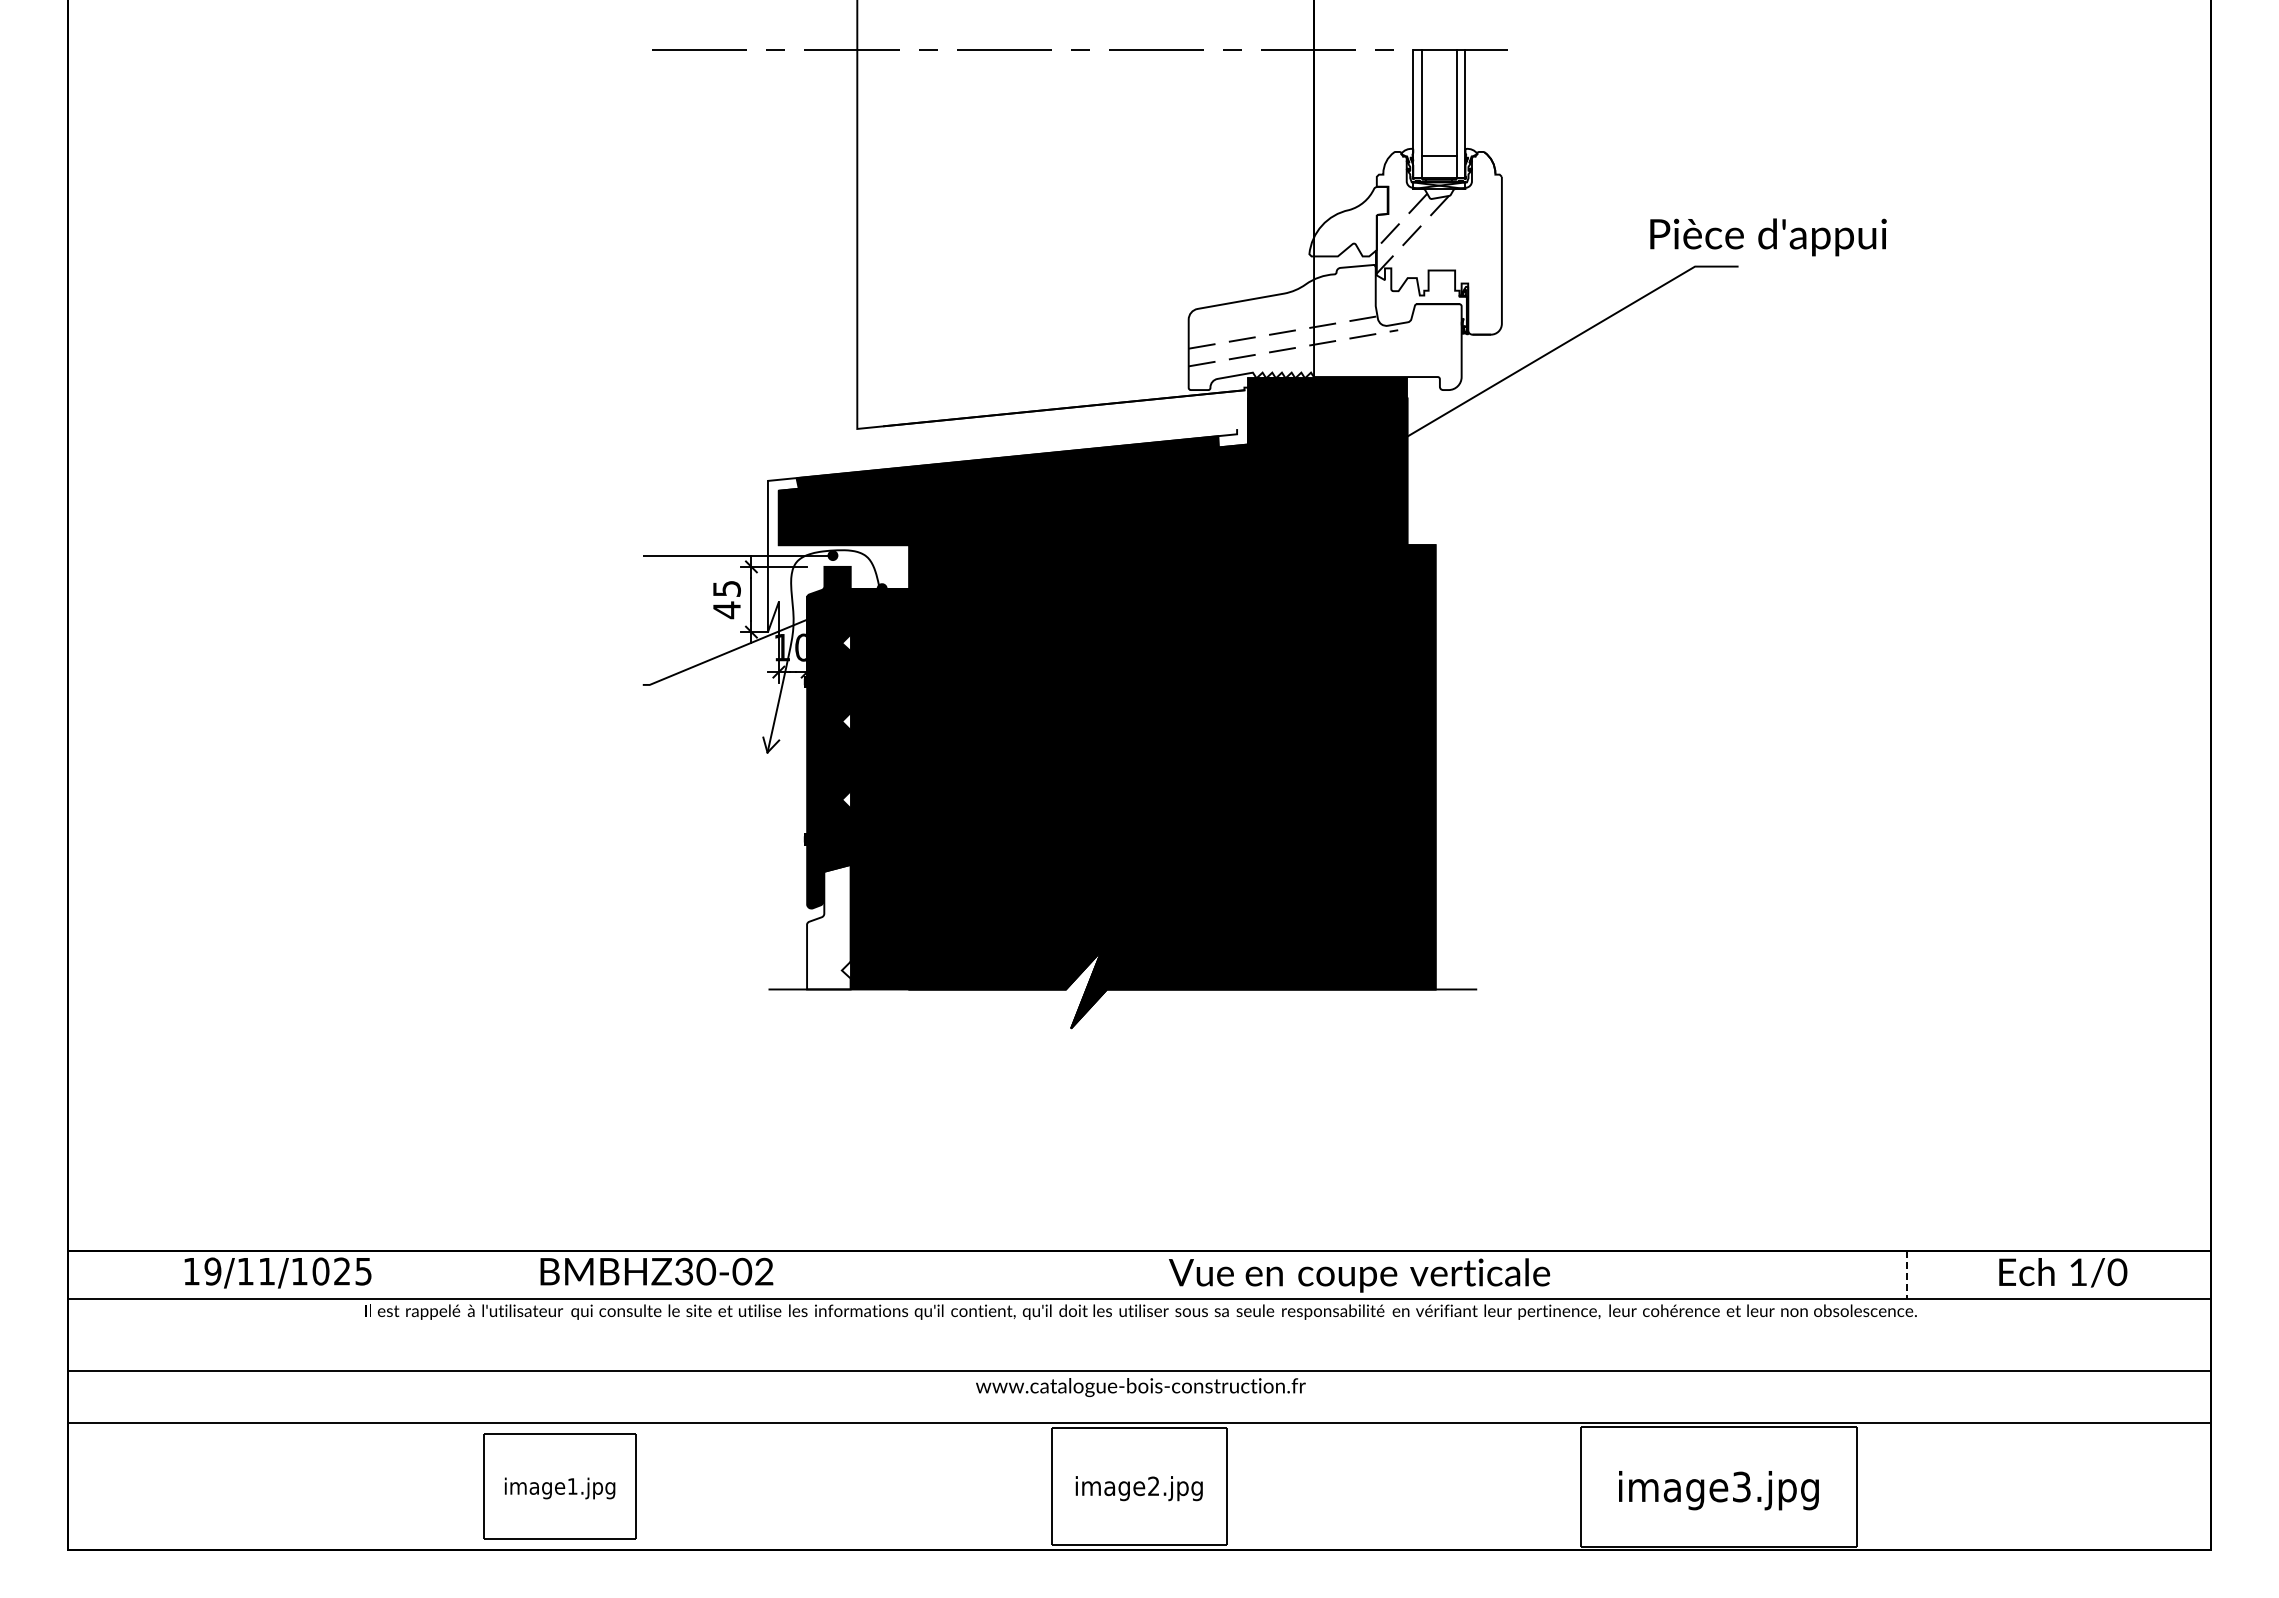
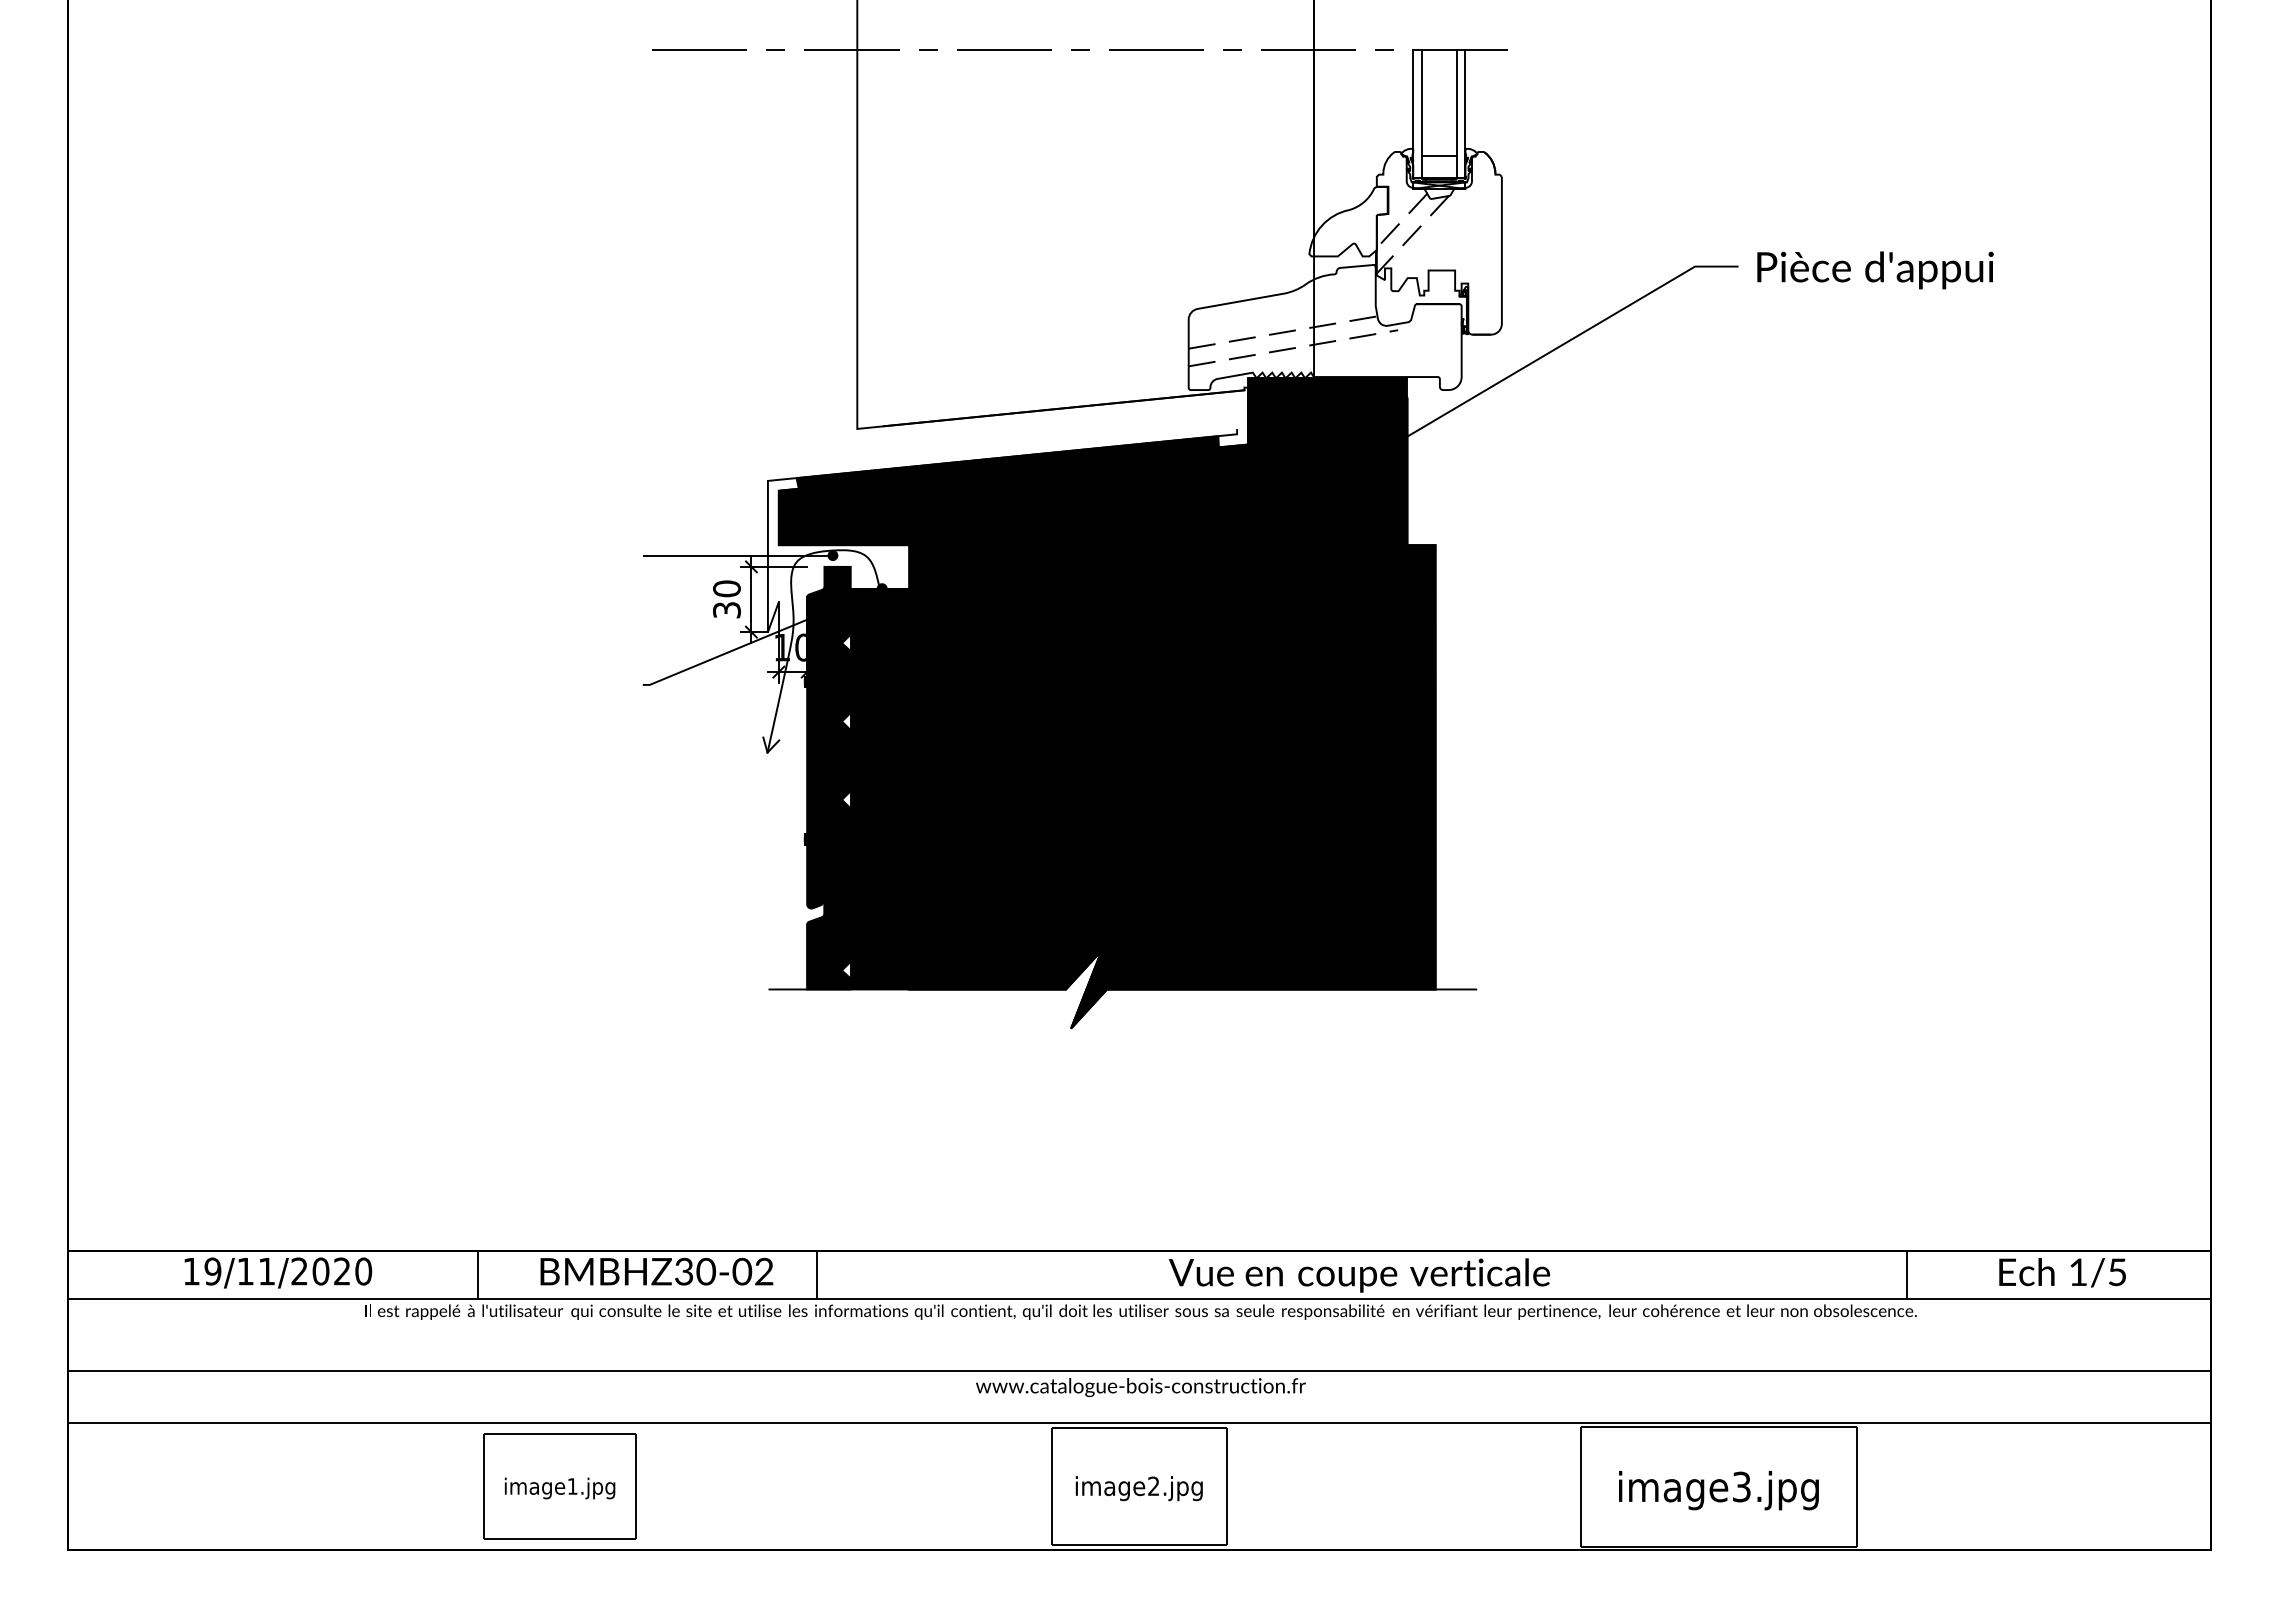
text at (1768, 237) position: (1768, 237) -> (1875, 270)
text at (726, 599): 45 -> 30
fill at (828, 926): none -> present
text at (331, 1271): 19/11/1025 -> 19/11/2020
text at (2117, 1272): 1/0 -> 1/5
line at (477, 1274): none -> present
line at (817, 1274): none -> present
line at (1906, 1274): dashed -> solid
